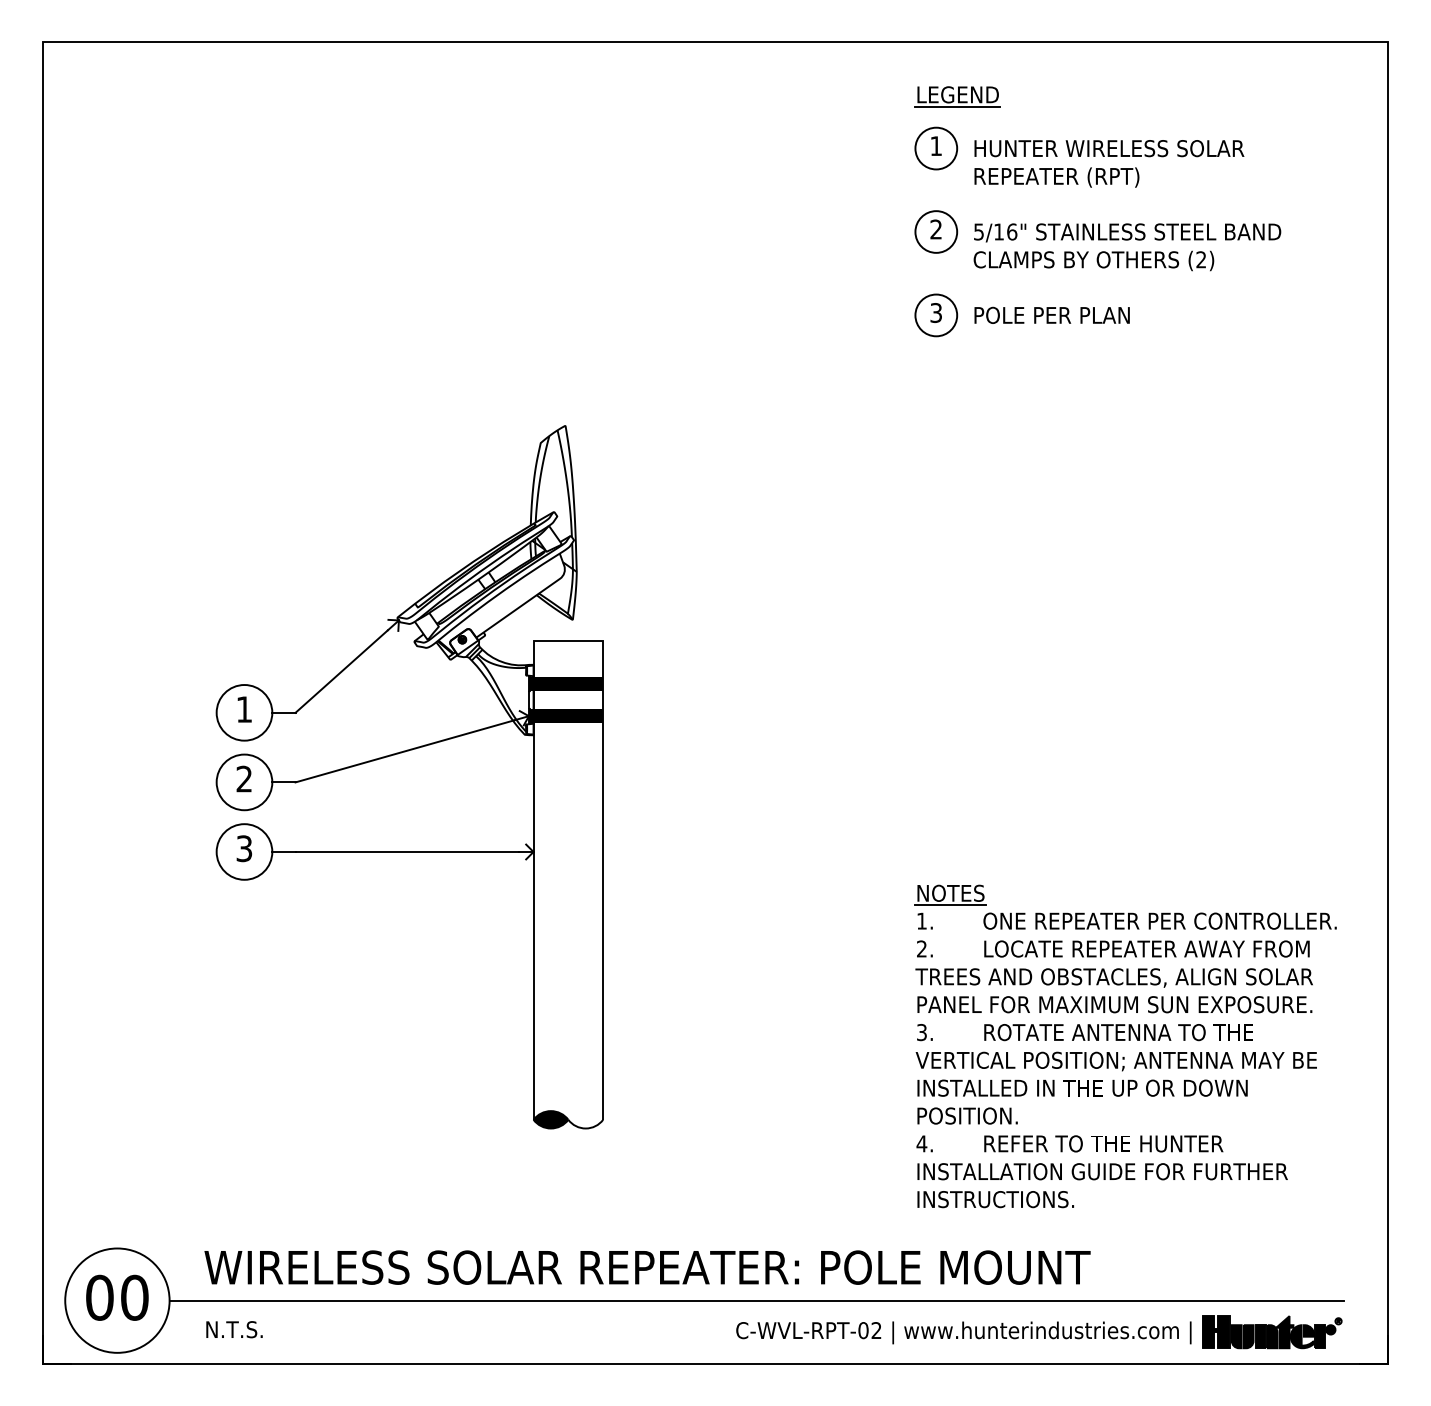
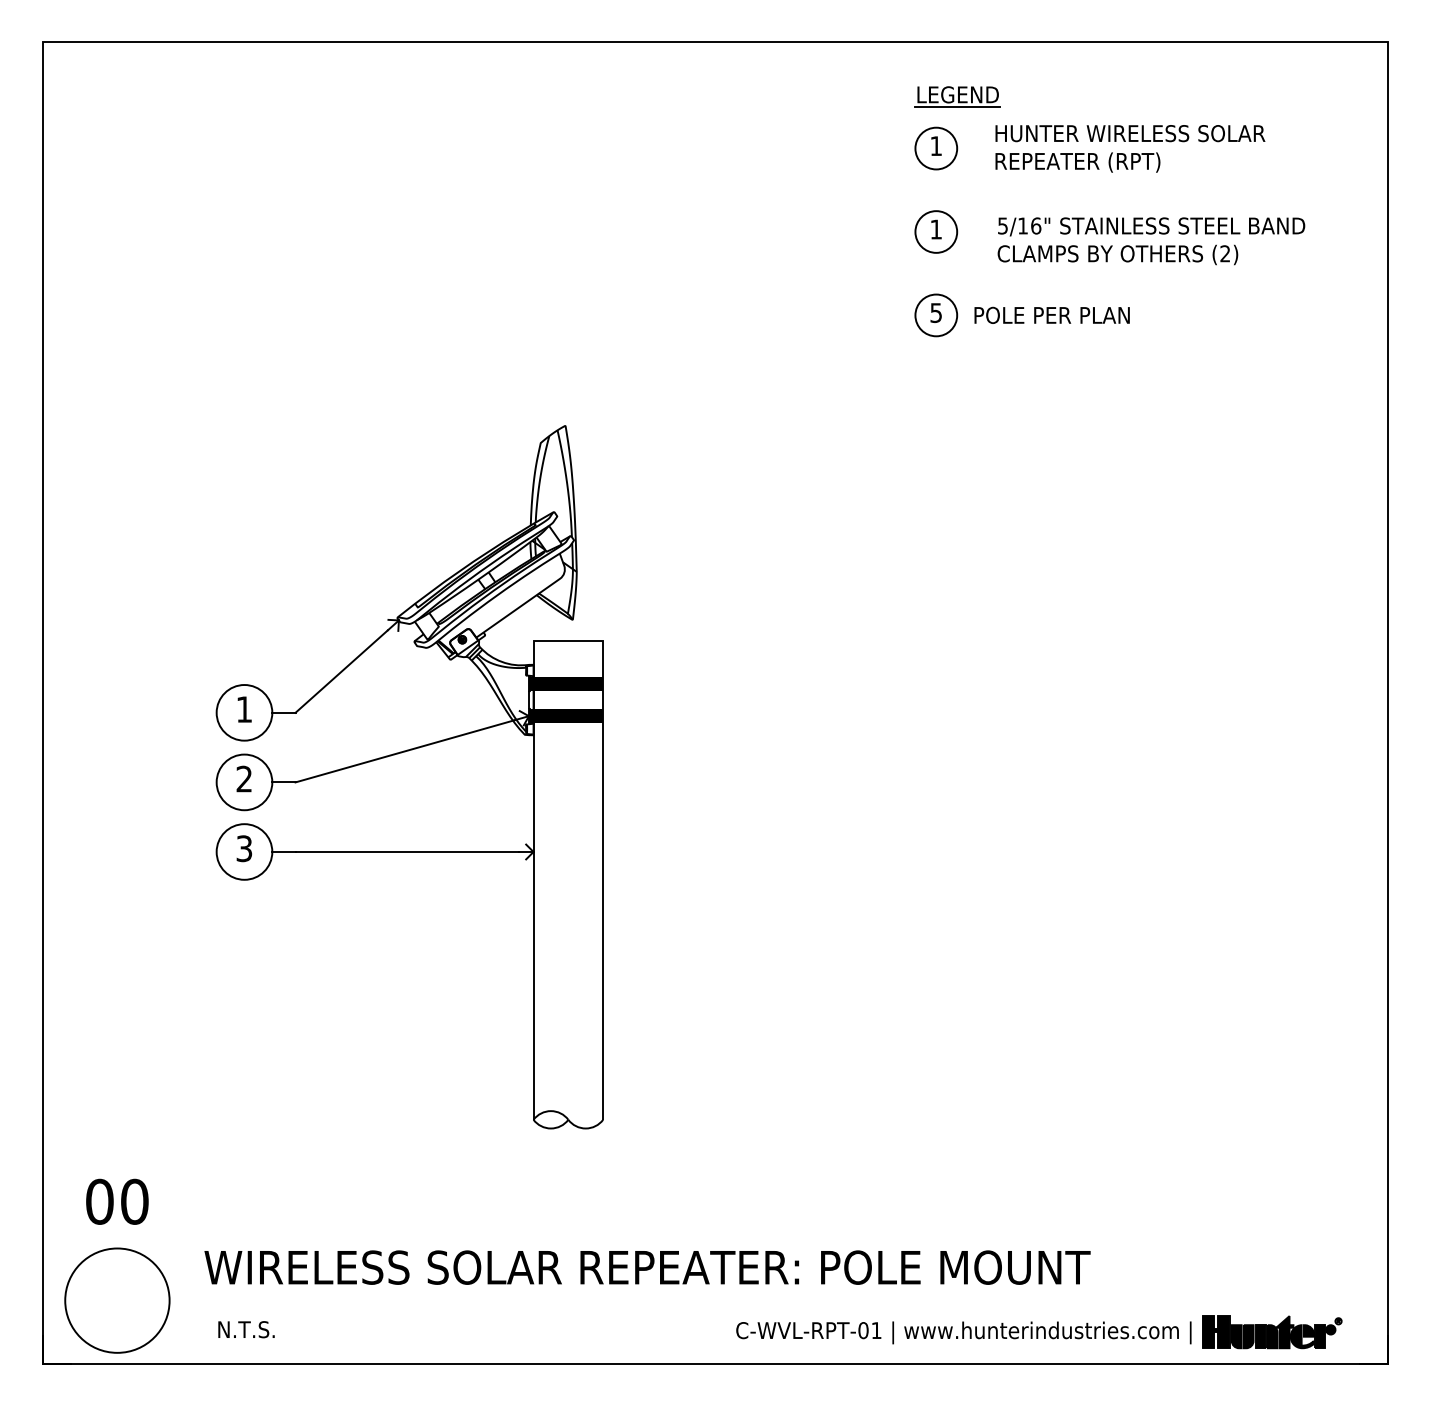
text at (1109, 163) position: (1109, 163) -> (1130, 148)
text at (935, 229): 2 -> 1
text at (1127, 247) position: (1127, 247) -> (1151, 241)
text at (936, 312): 3 -> 5
part at (1125, 1046): present -> none
fill at (550, 1119): present -> none
text at (117, 1297) position: (117, 1297) -> (117, 1201)
line at (756, 1300): present -> none
text at (234, 1329) position: (234, 1329) -> (246, 1329)
text at (876, 1330): C-WVL-RPT-02 -> C-WVL-RPT-01
